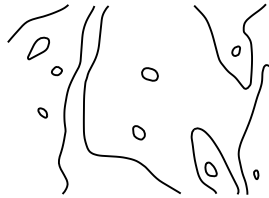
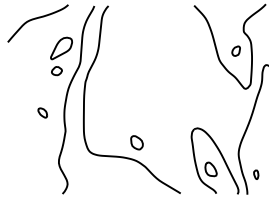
part at (38, 48) position: (38, 48) -> (61, 48)
part at (149, 74): present -> none
part at (138, 132) position: (138, 132) -> (136, 142)
